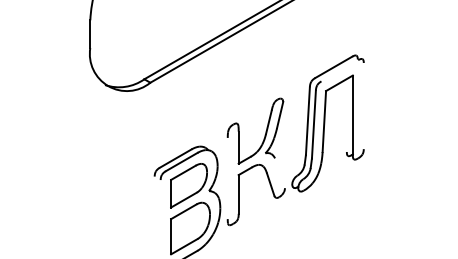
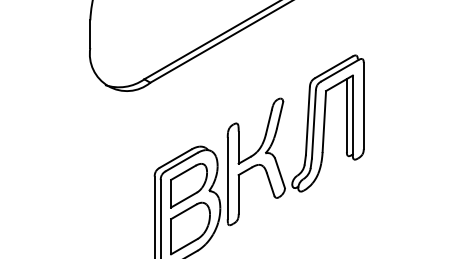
line at (339, 70): none -> present
line at (363, 105): none -> present
line at (346, 115): none -> present
line at (279, 173): none -> present
line at (227, 178): none -> present
line at (154, 215): none -> present
line at (160, 217): none -> present
